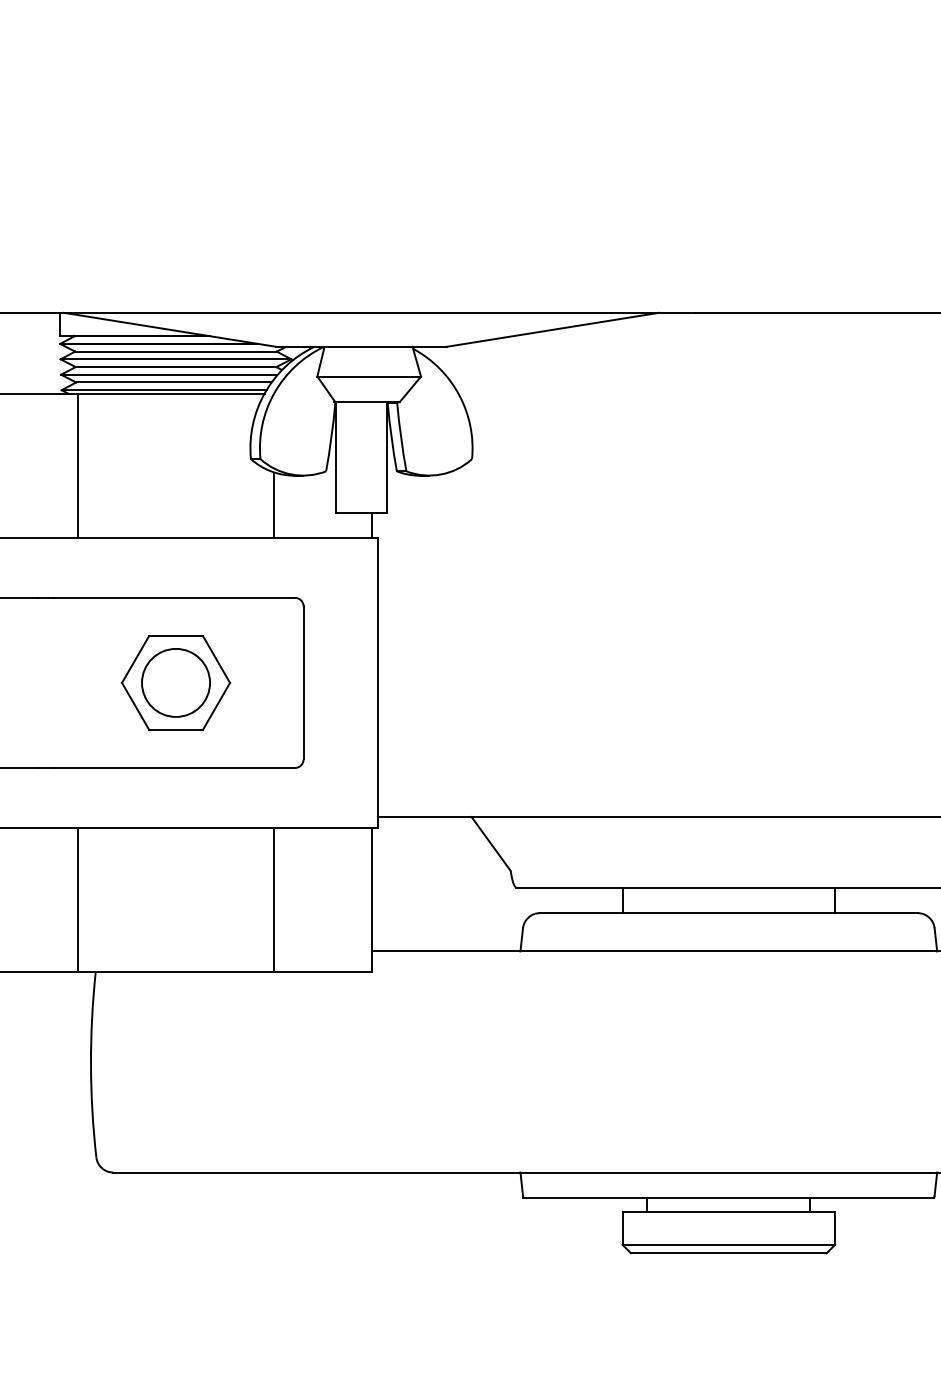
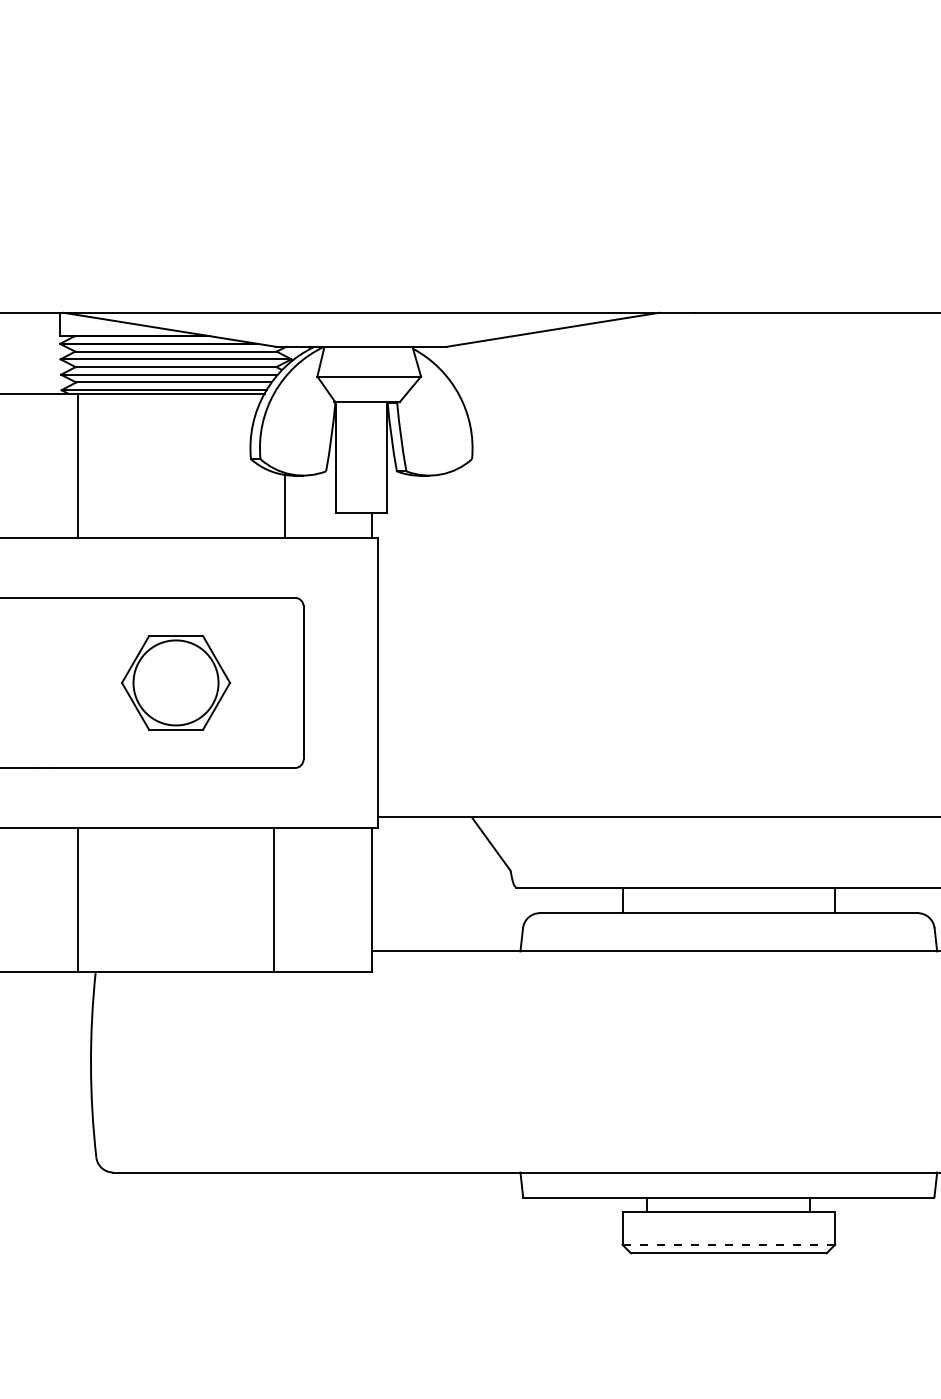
line at (274, 505) position: (274, 505) -> (285, 505)
circle at (176, 682) diameter: 68 px -> 85 px
line at (729, 1244): solid -> dashed
